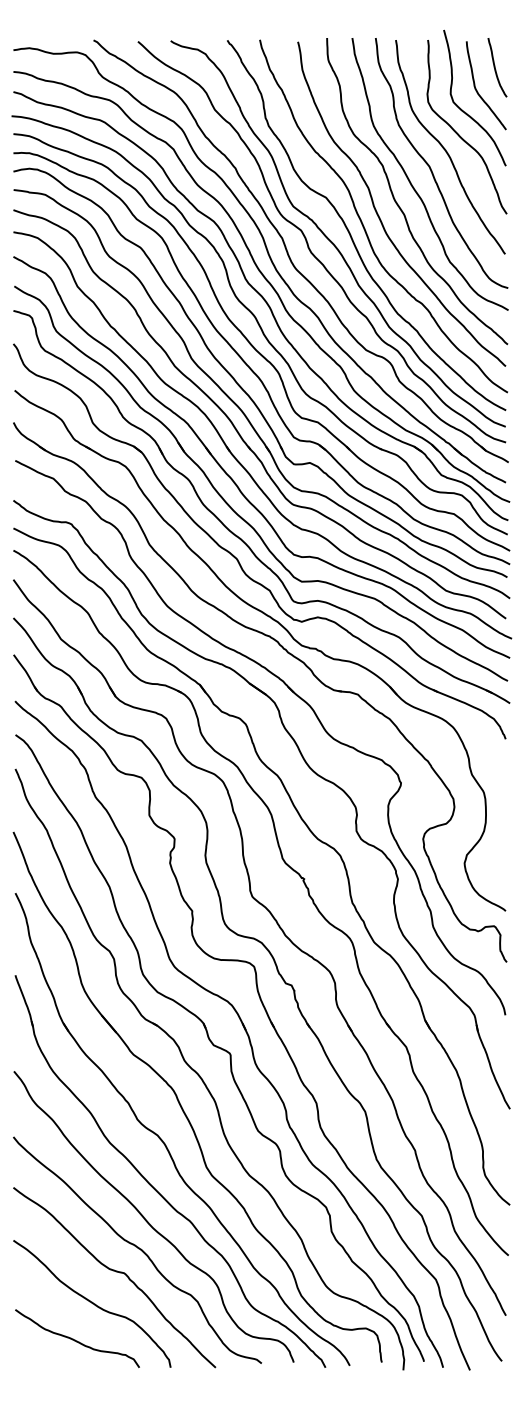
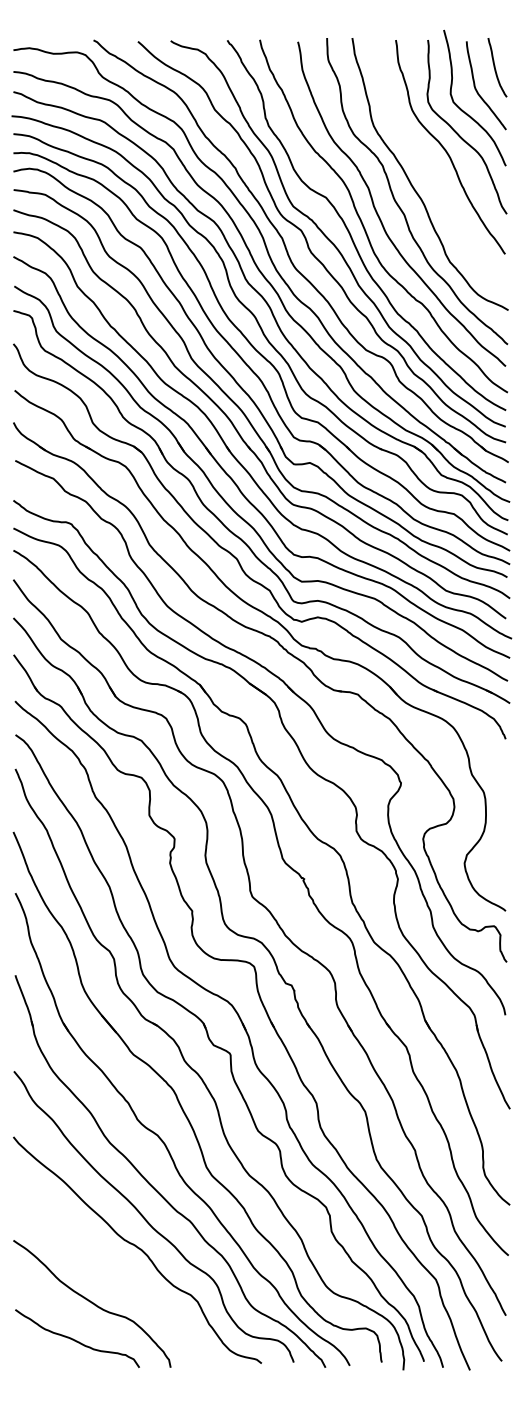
curve at (431, 168): present -> none
curve at (116, 1272): present -> none
